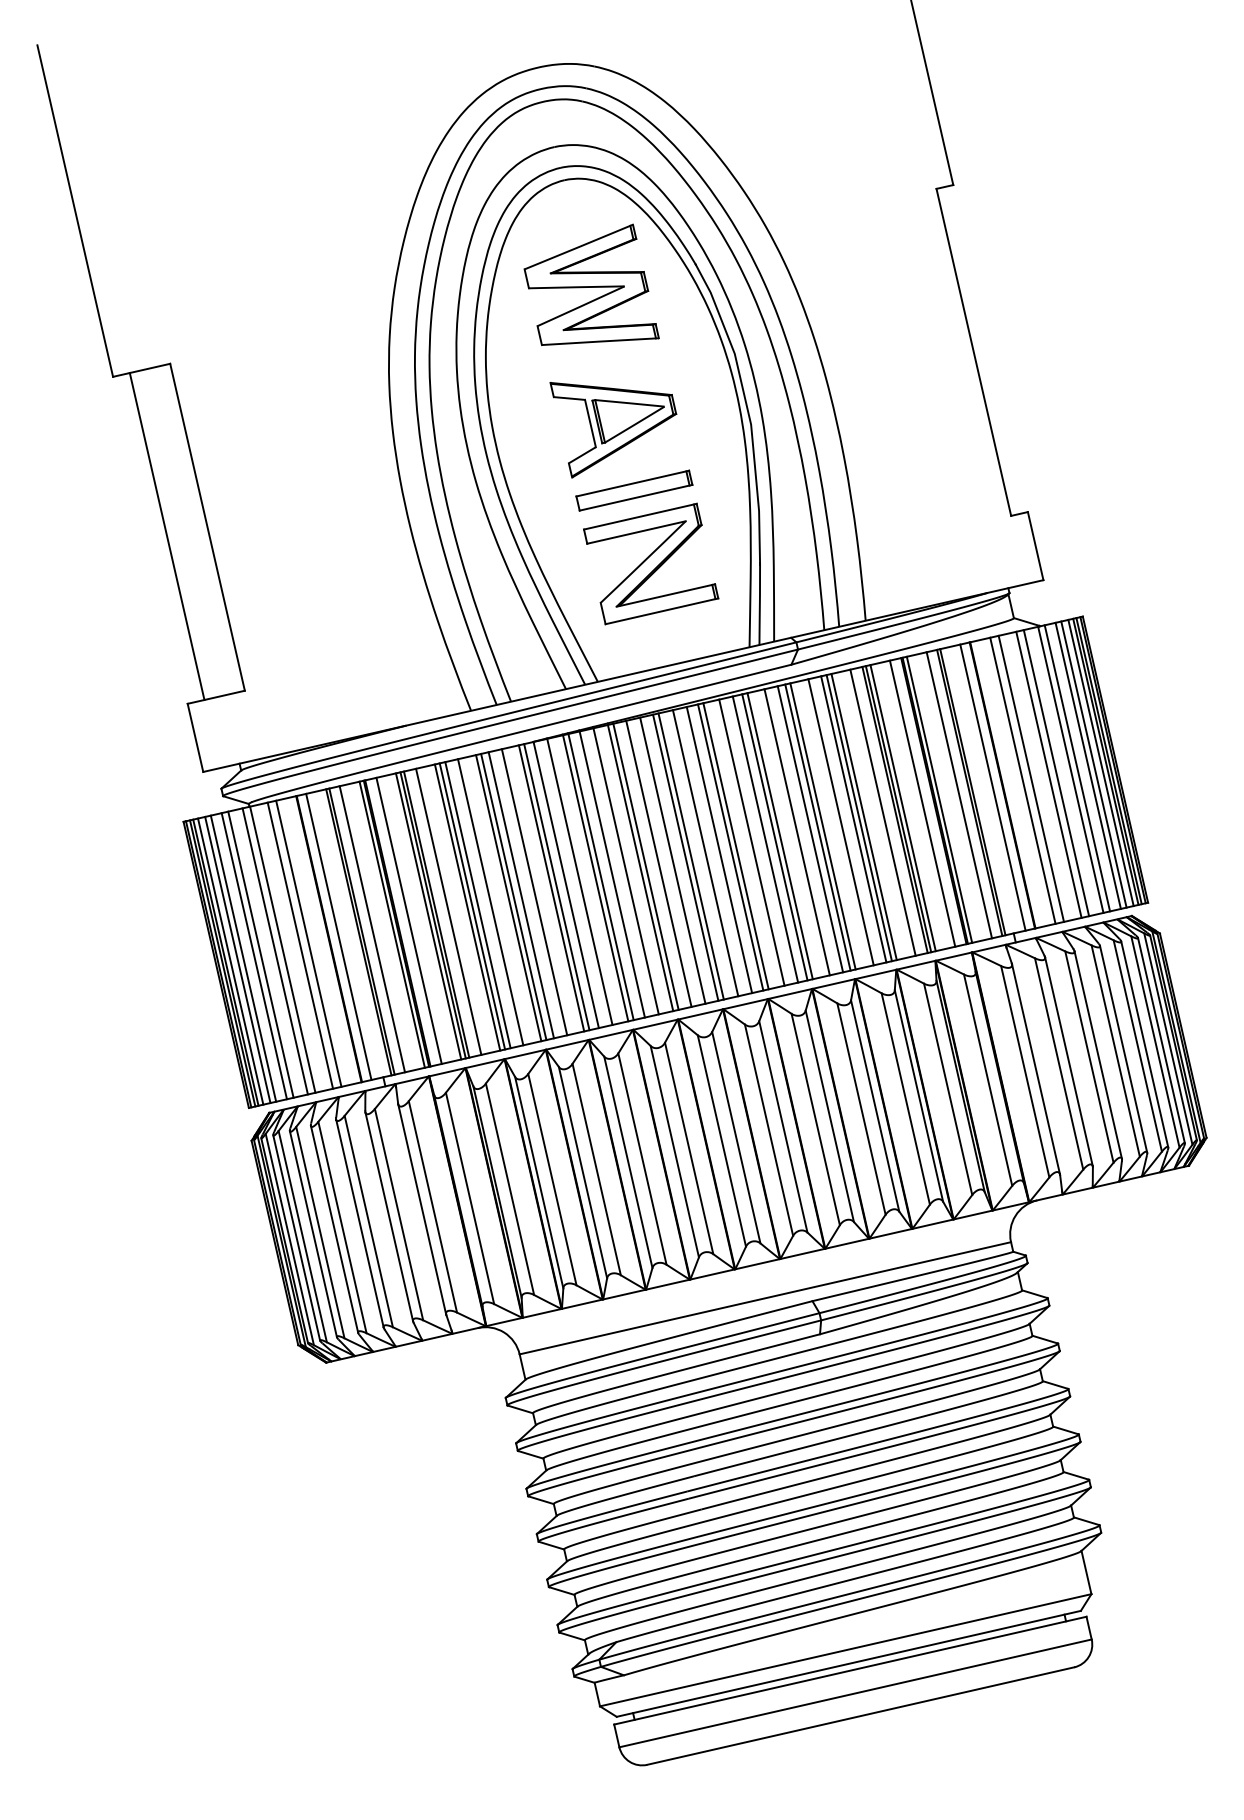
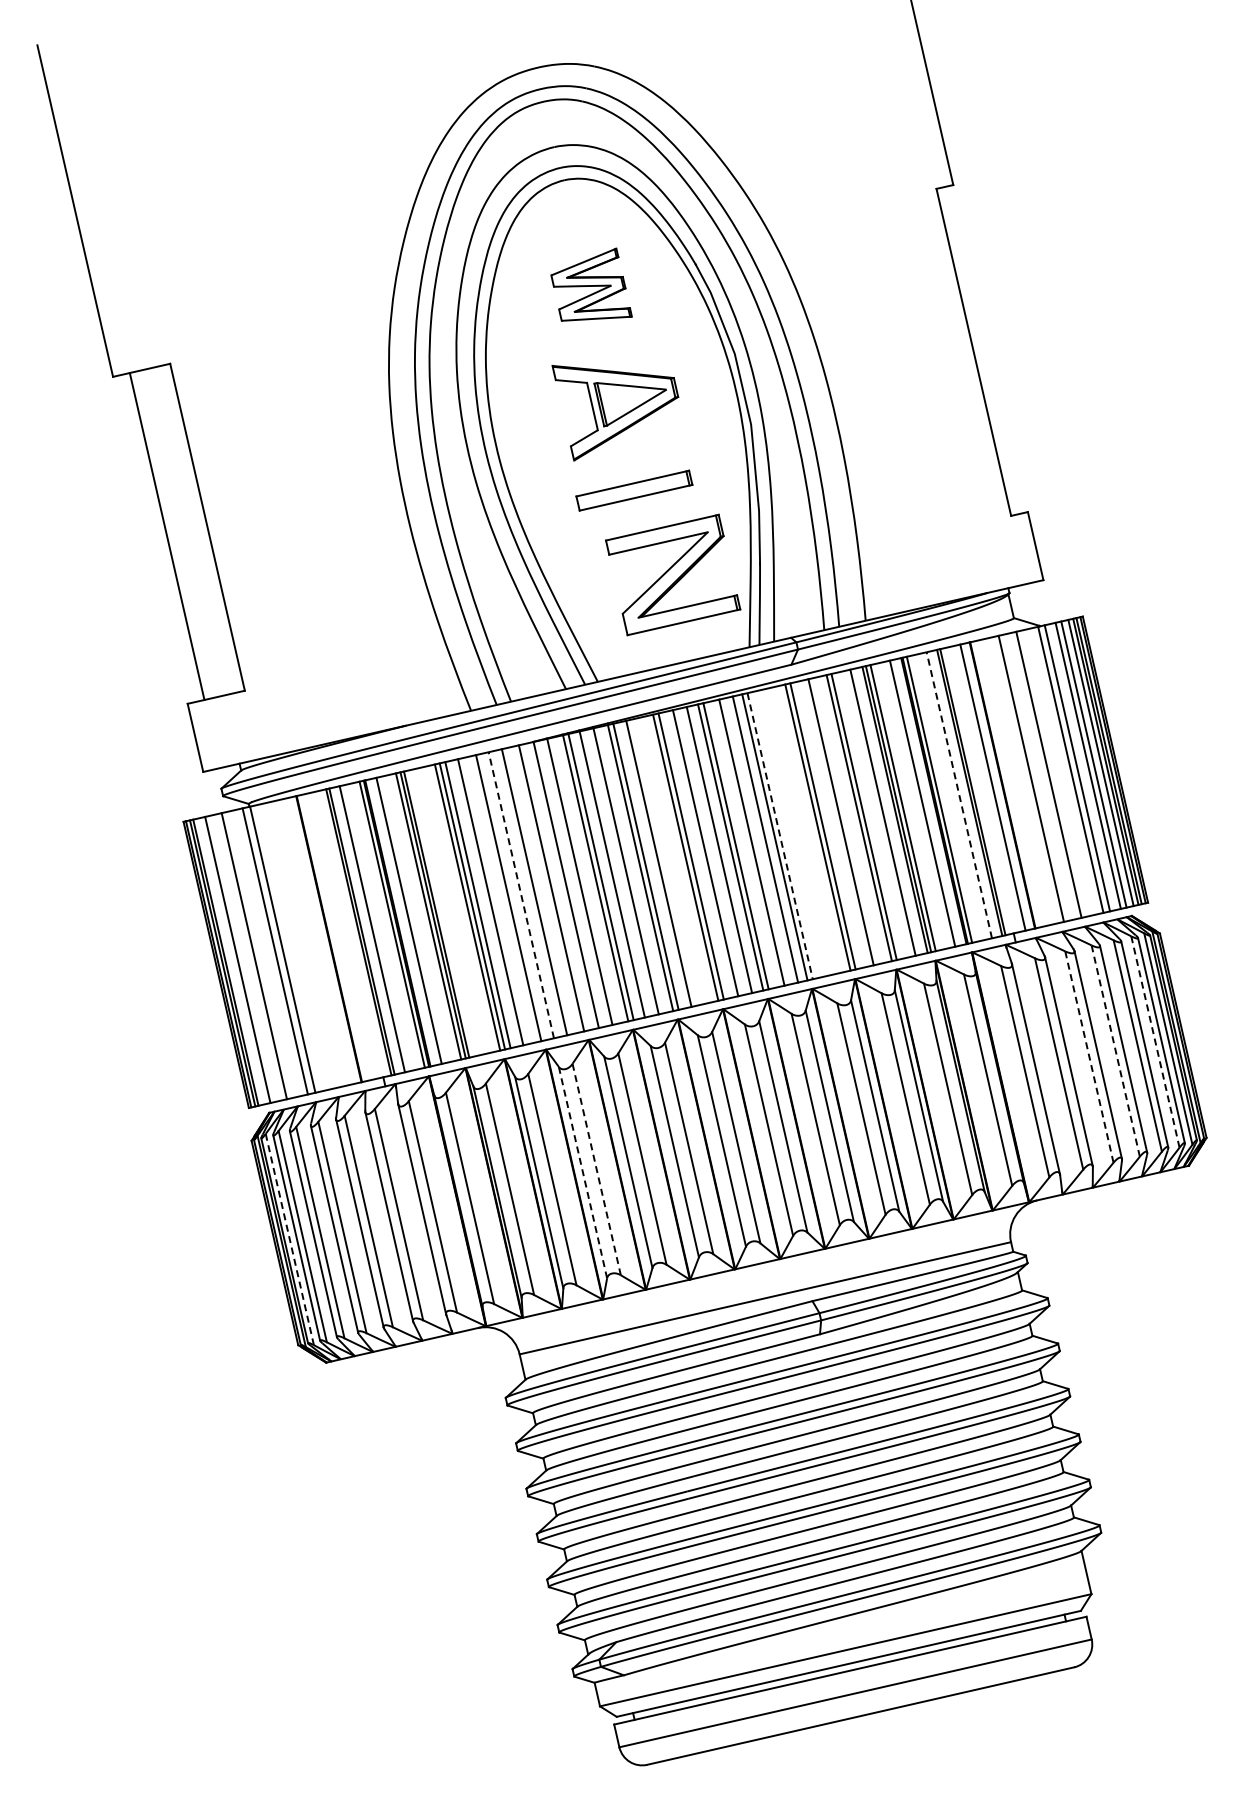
part at (591, 284) size: 137x123 px -> 83x75 px
part at (613, 430) position: (613, 430) -> (615, 413)
part at (651, 563) position: (651, 563) -> (673, 574)
line at (1056, 773): present -> none
line at (1022, 780): present -> none
line at (959, 795): solid -> dashed
line at (853, 819): present -> none
line at (810, 829): present -> none
line at (796, 832): present -> none
line at (780, 836): solid -> dashed
line at (672, 860): present -> none
line at (556, 887): present -> none
line at (521, 895): solid -> dashed
line at (513, 896): present -> none
line at (448, 911): present -> none
line at (338, 936): present -> none
line at (308, 943): present -> none
line at (300, 945): present -> none
line at (260, 954): present -> none
line at (243, 958): present -> none
line at (230, 961): present -> none
line at (1155, 1042): solid -> dashed
line at (1115, 1051): solid -> dashed
line at (1089, 1057): solid -> dashed
line at (596, 1170): solid -> dashed
line at (583, 1173): solid -> dashed
line at (289, 1240): solid -> dashed
